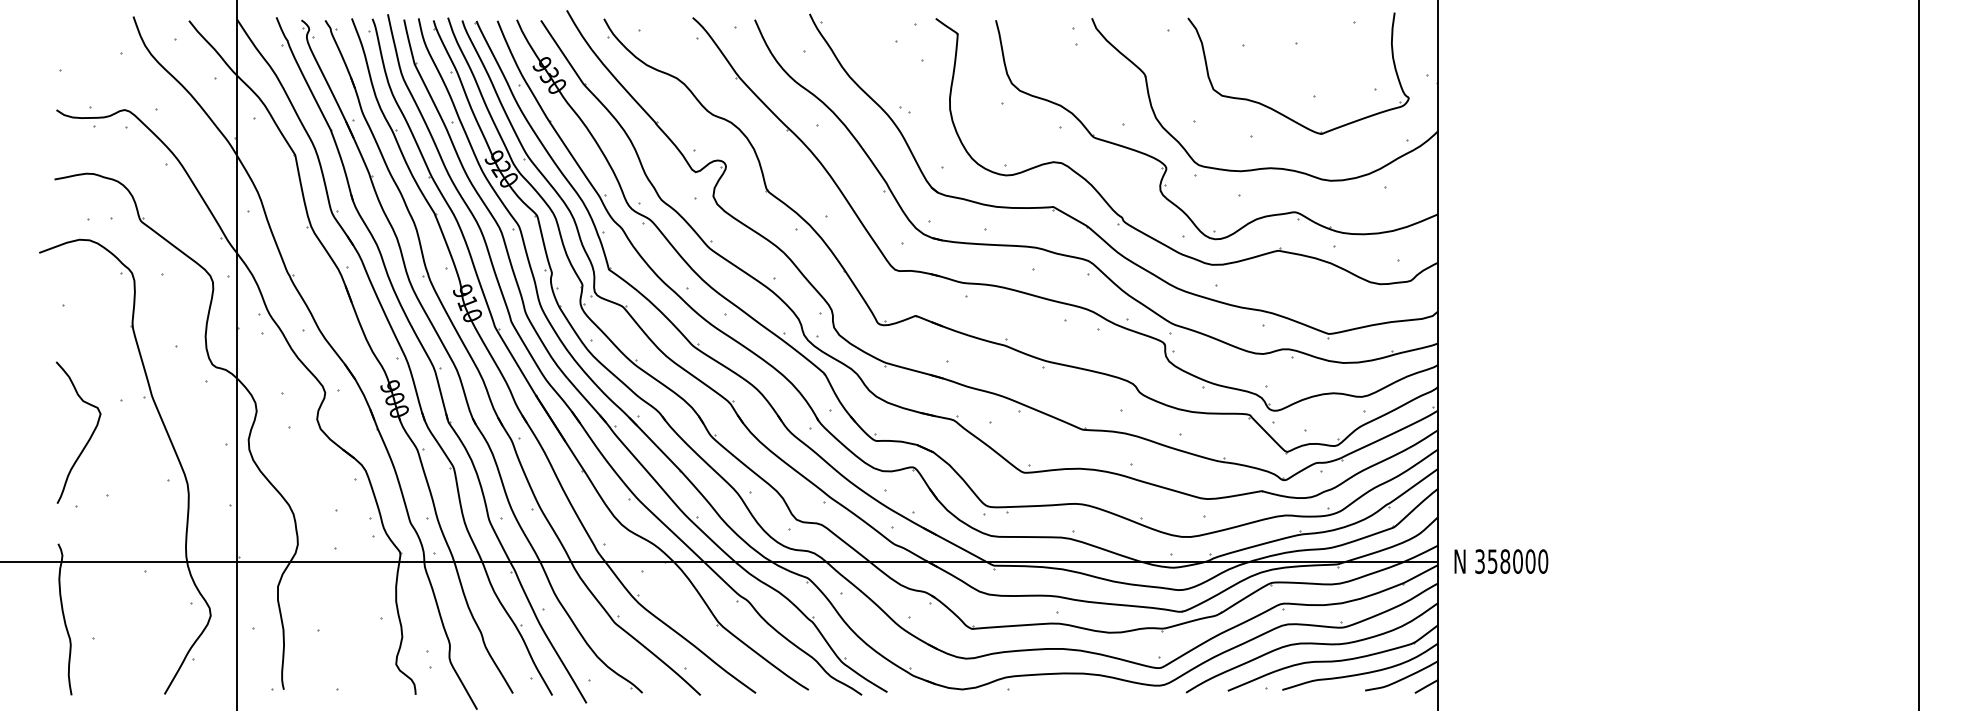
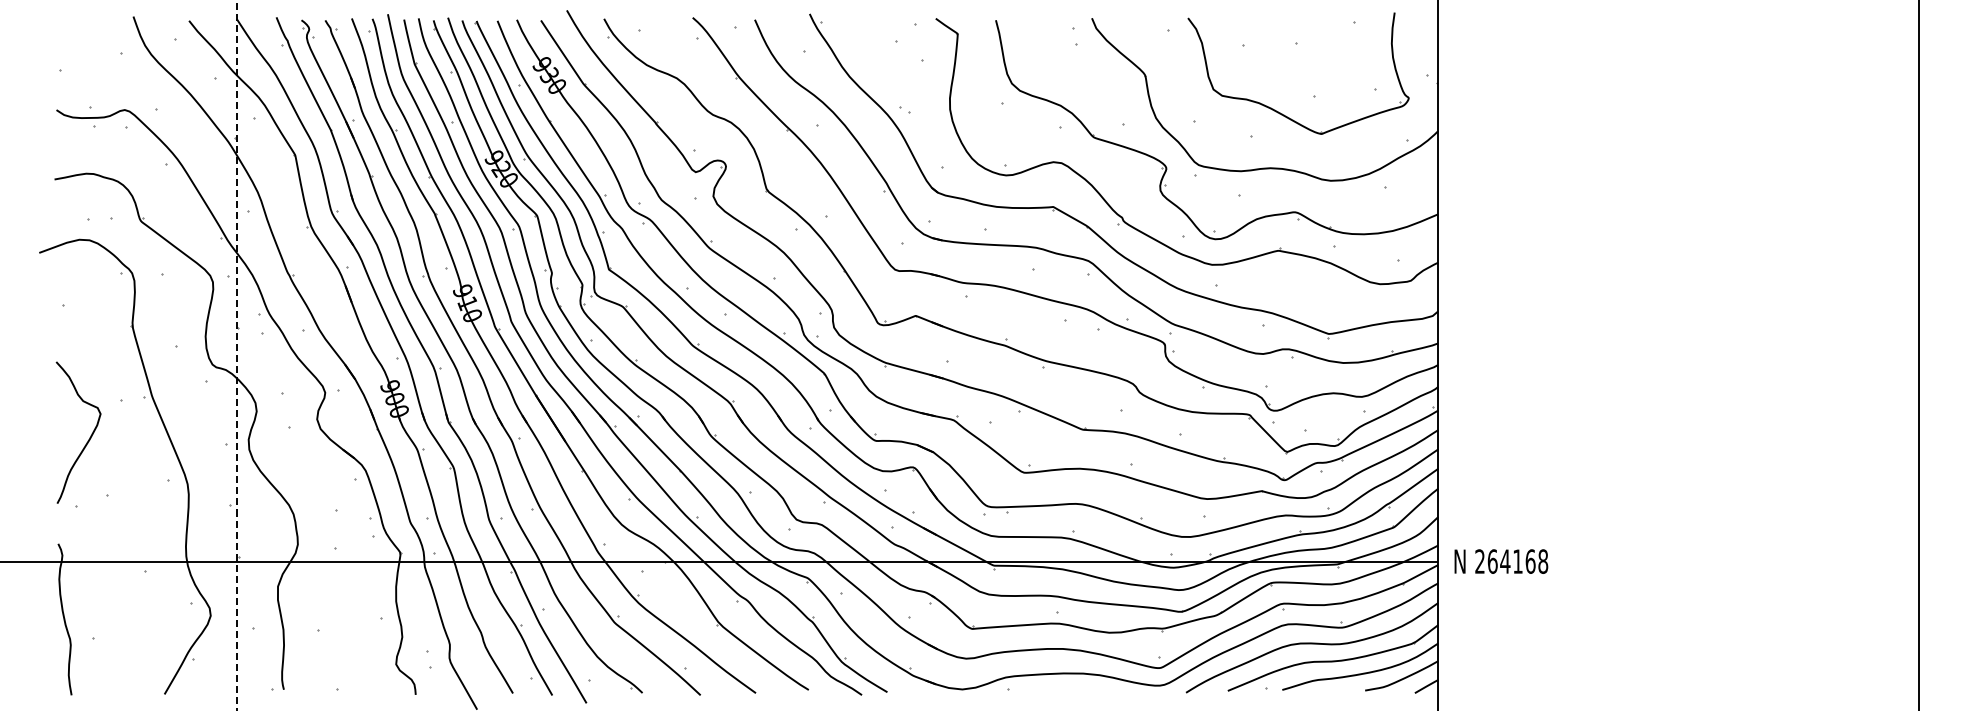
line at (237, 356): solid -> dashed
text at (1511, 561): 358000 -> 264168
